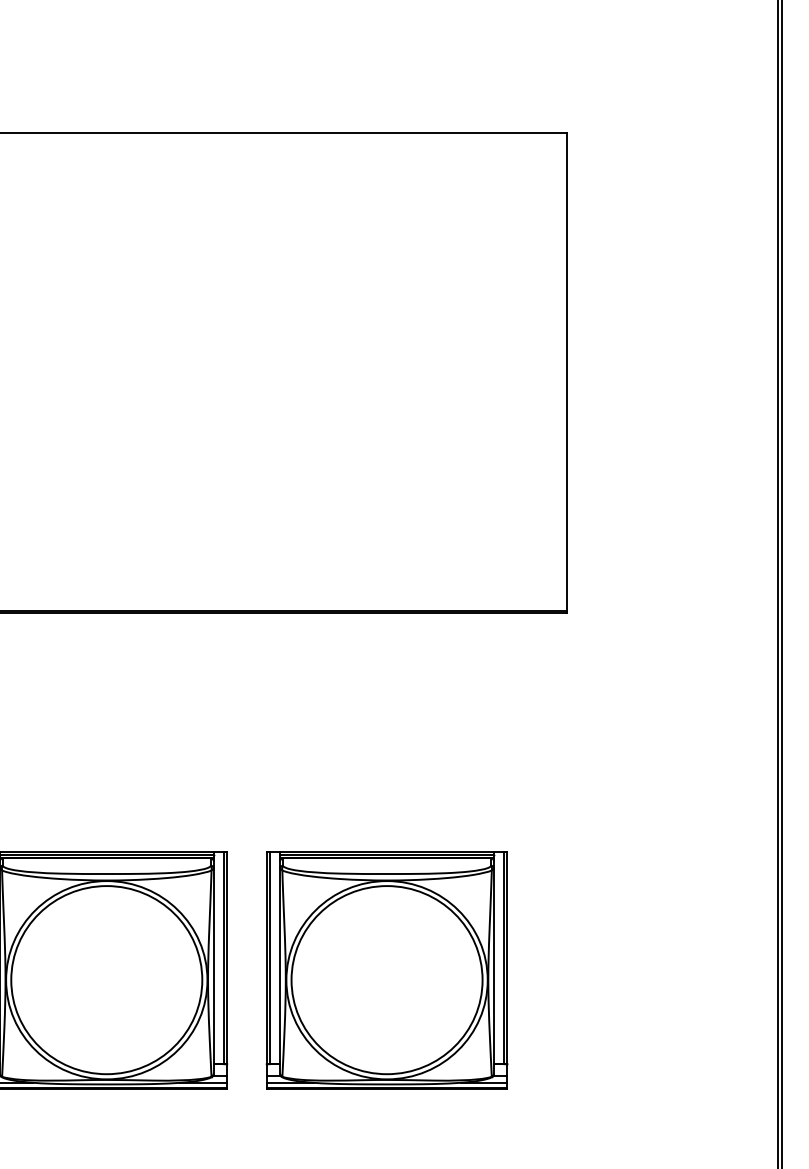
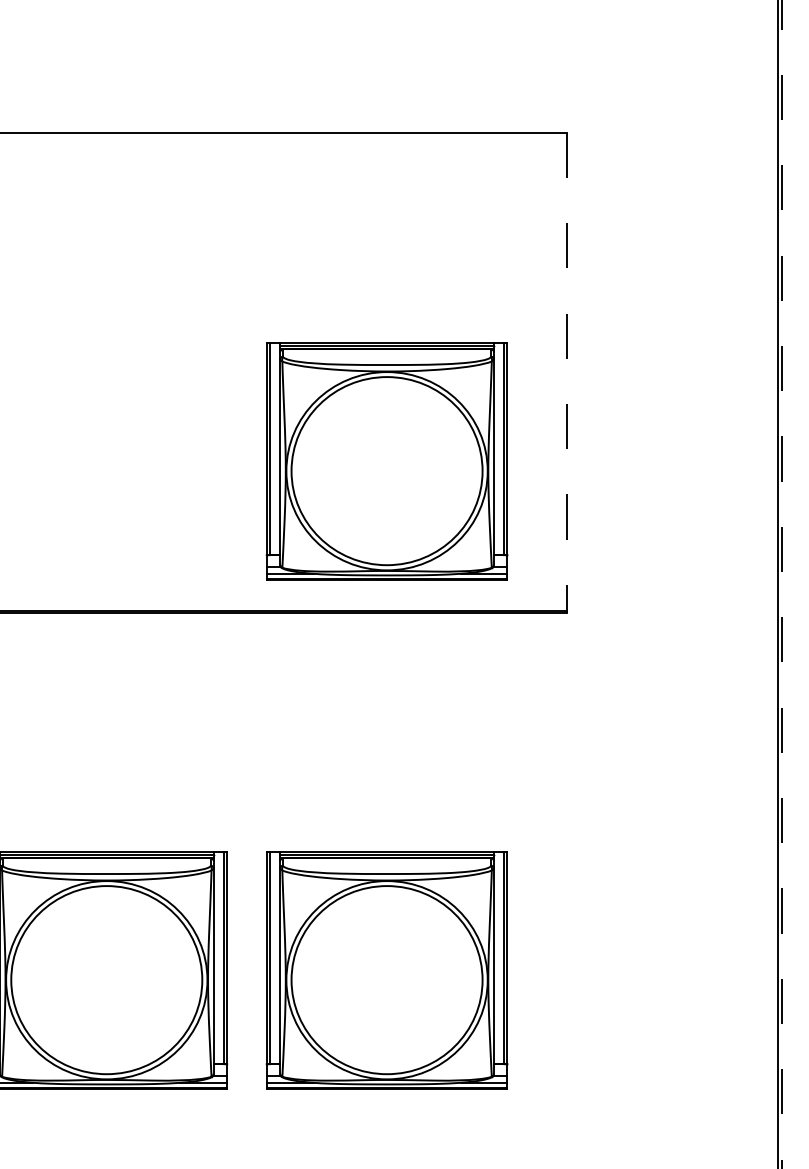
line at (566, 373): solid -> dashed
part at (386, 461): none -> present
line at (782, 585): solid -> dashed
